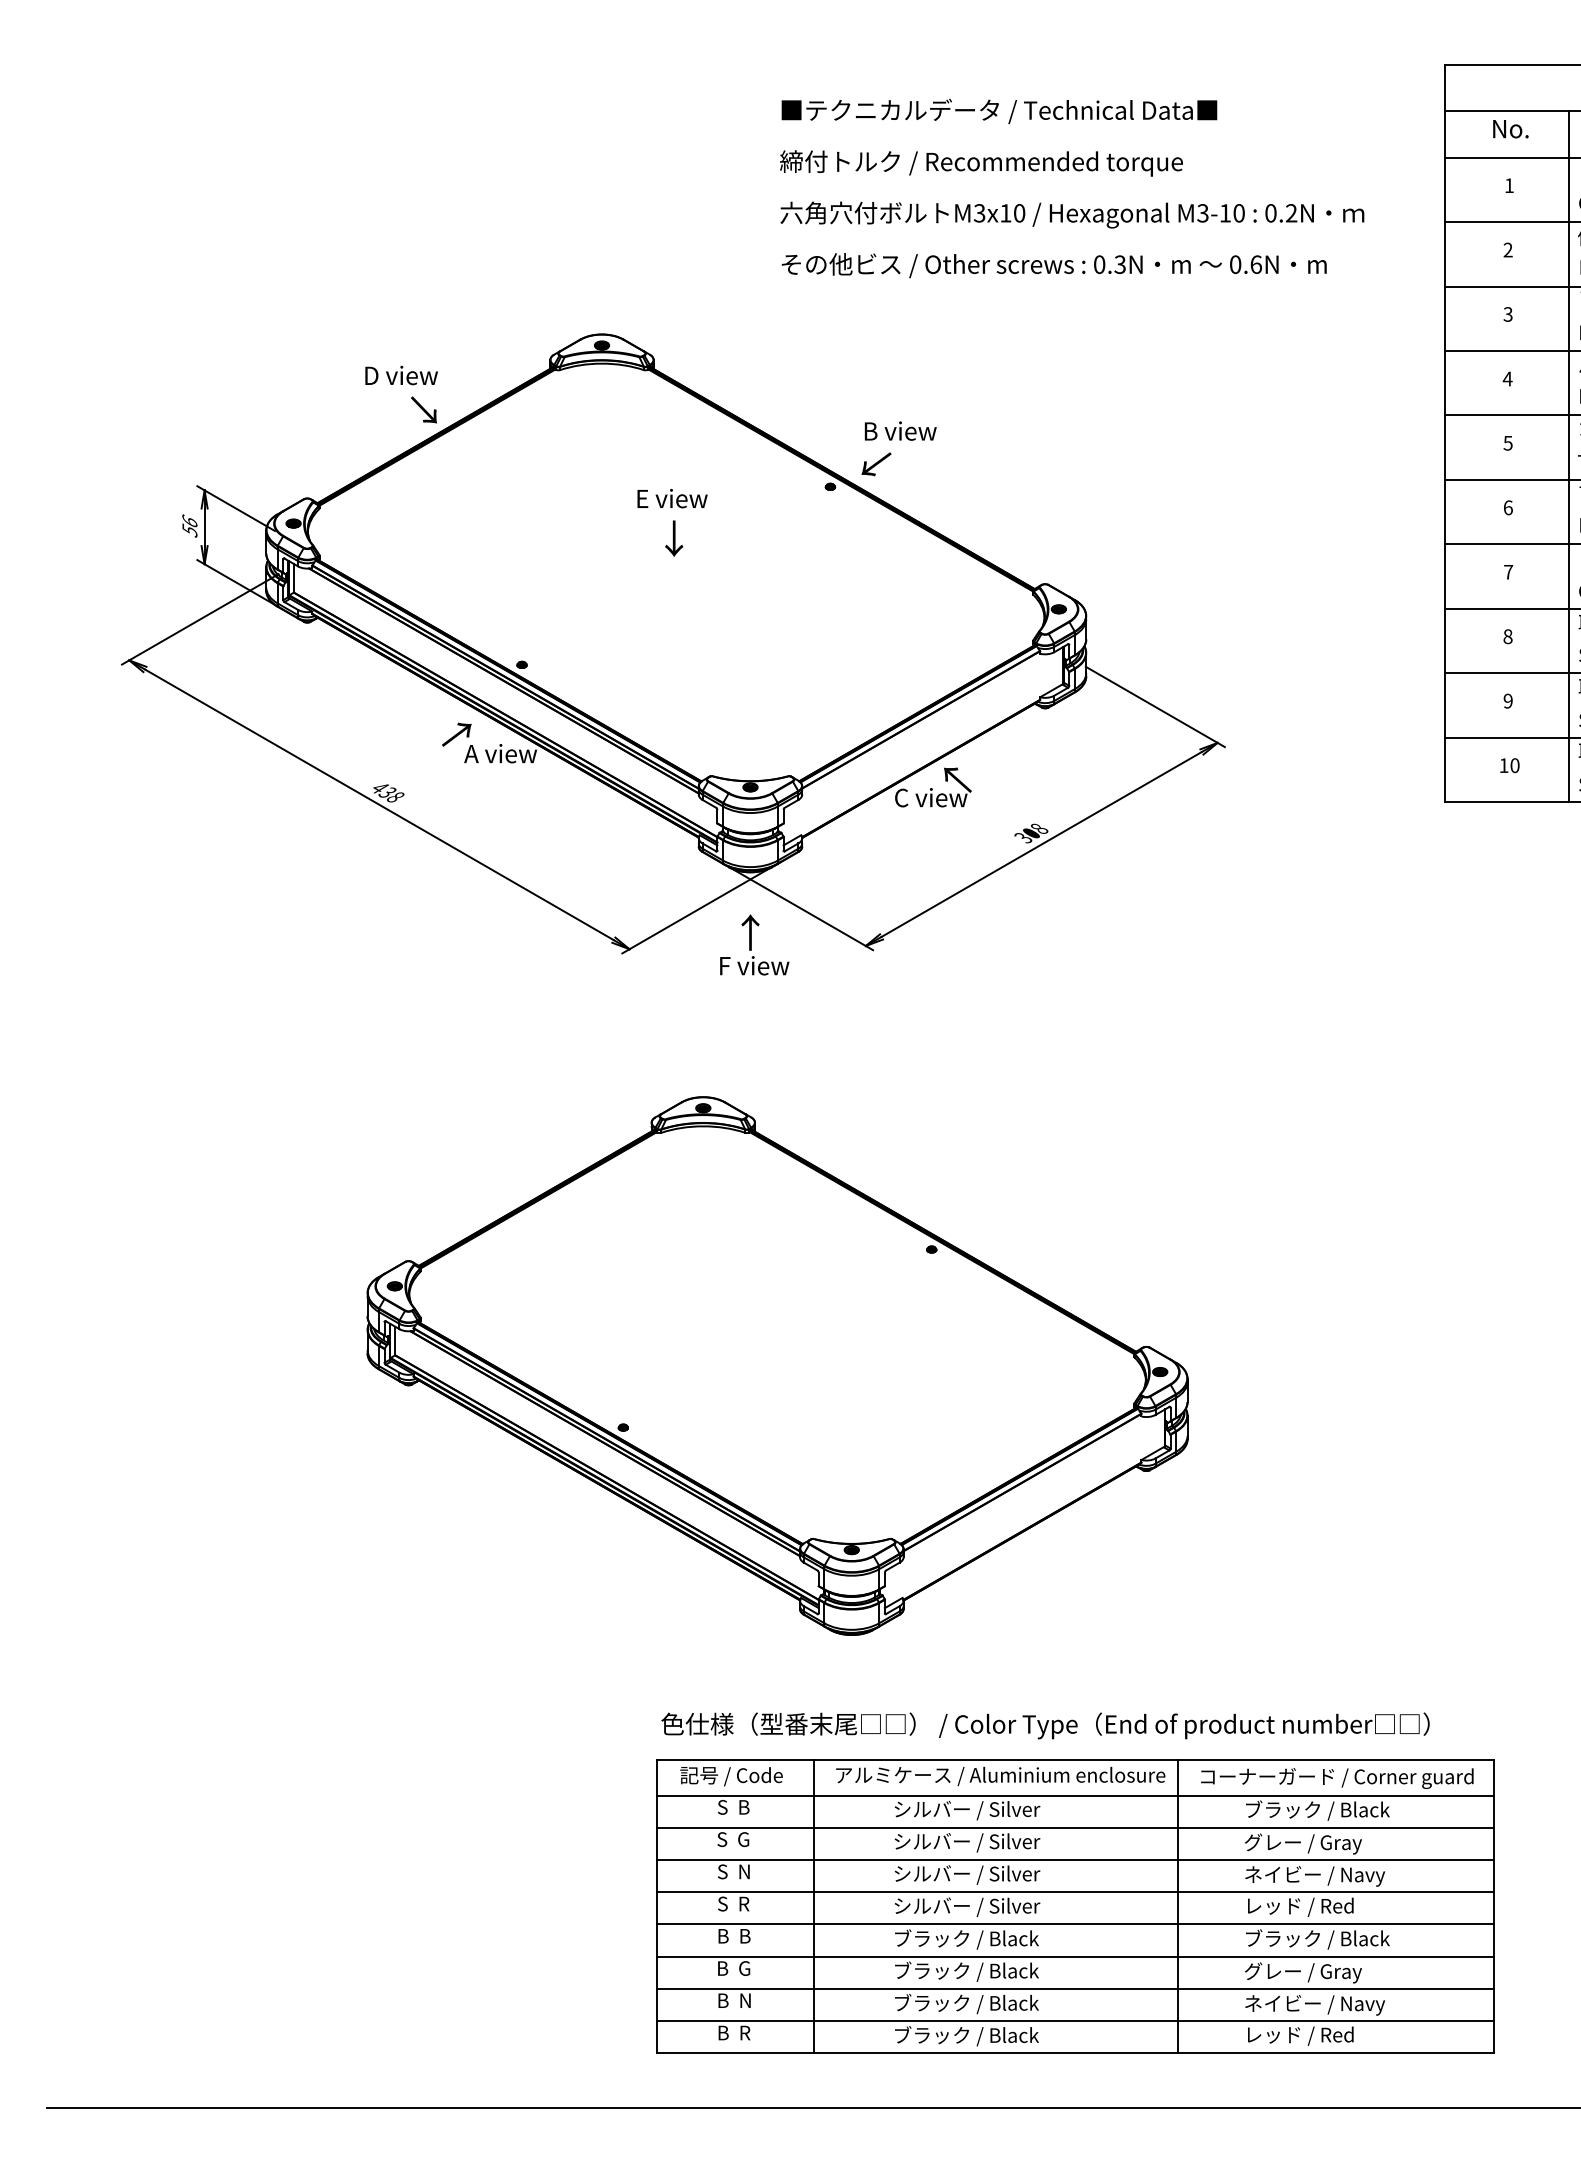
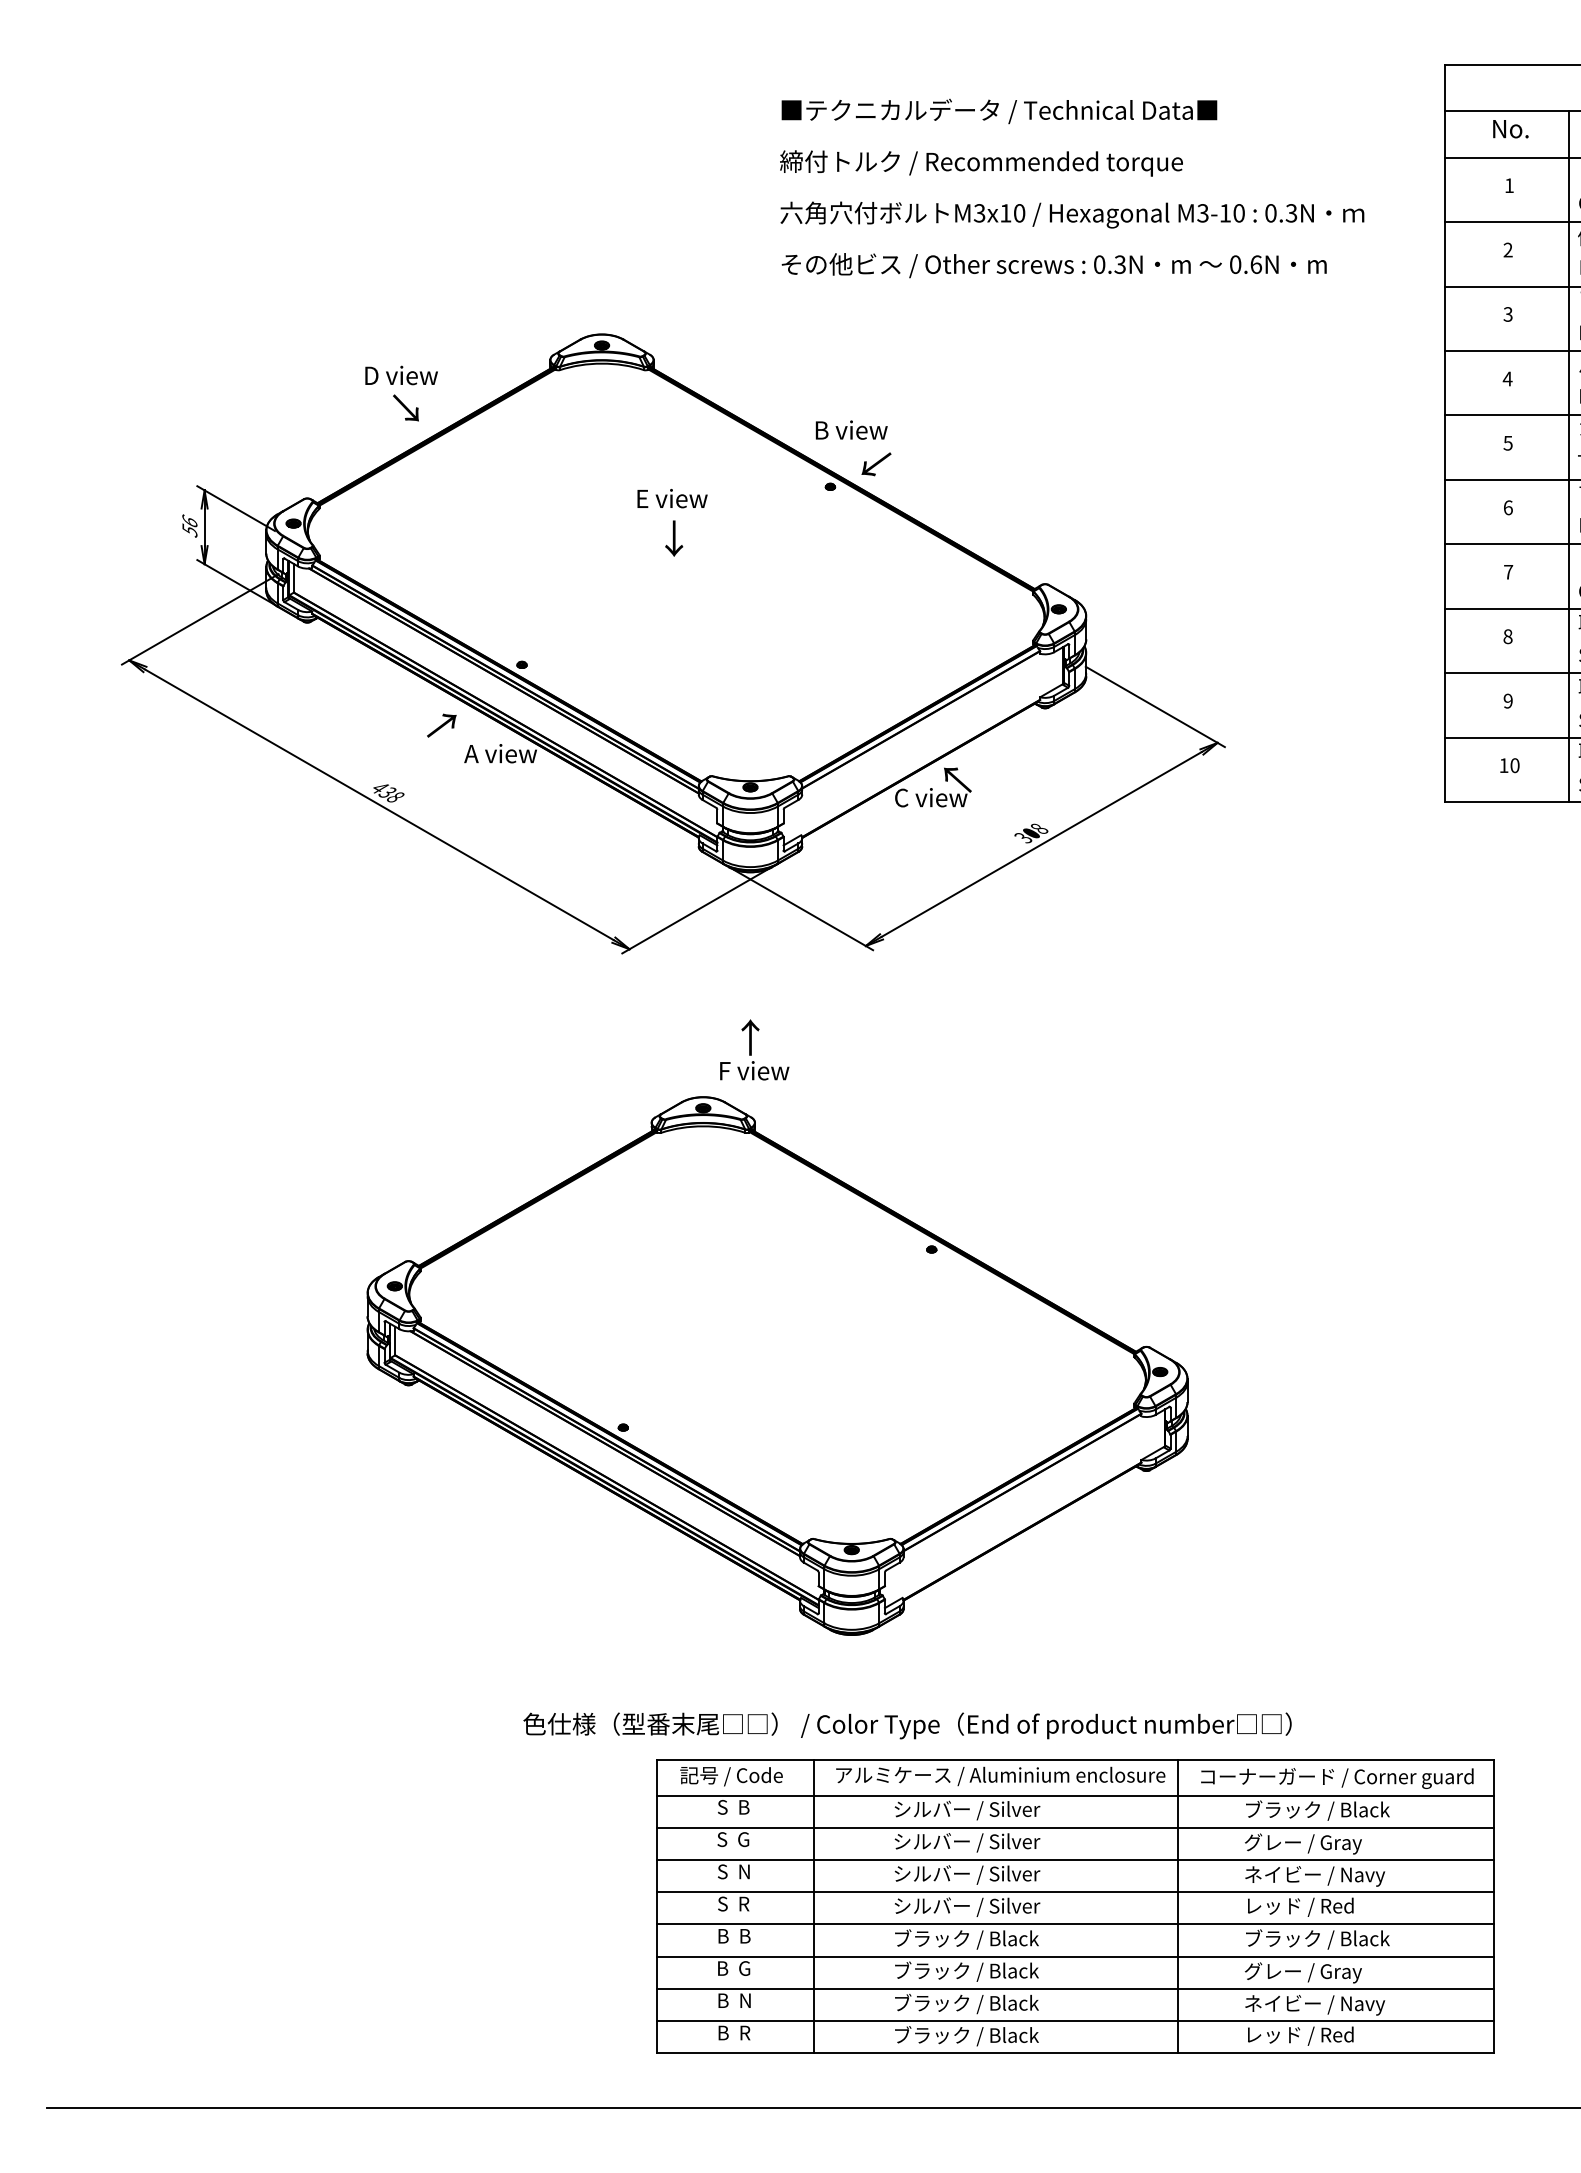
text at (1291, 213): 0.2N -> 0.3N
text at (423, 409) position: (423, 409) -> (405, 407)
text at (900, 430) position: (900, 430) -> (851, 429)
text at (456, 734) position: (456, 734) -> (441, 725)
text at (754, 944) position: (754, 944) -> (754, 1049)
text at (1045, 1725) position: (1045, 1725) -> (907, 1725)
